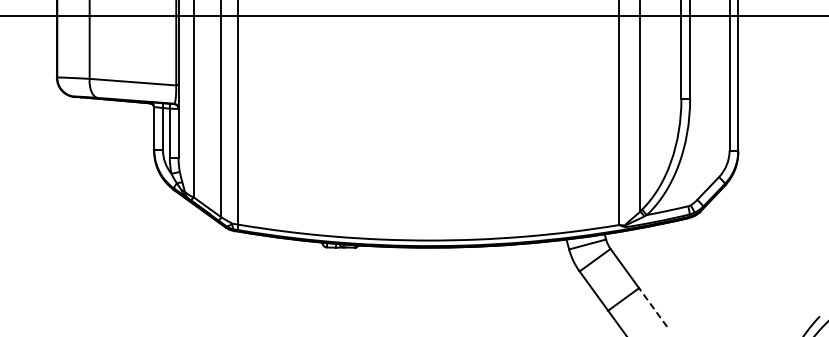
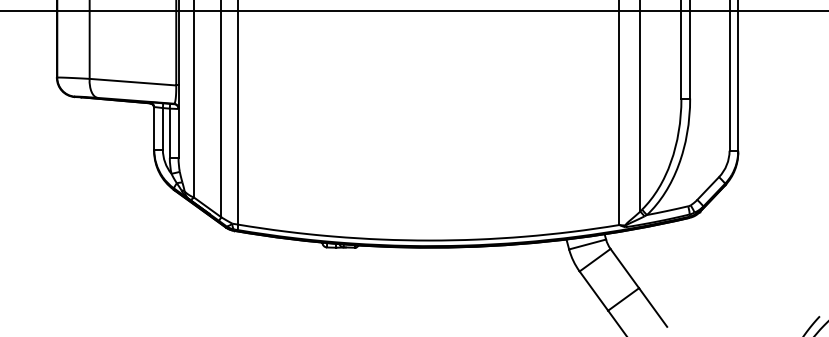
line at (413, 16) position: (413, 16) -> (413, 11)
line at (653, 307): dashed -> solid
